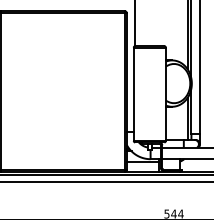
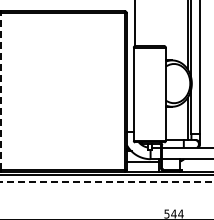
line at (0, 90): solid -> dashed
line at (106, 182): solid -> dashed
